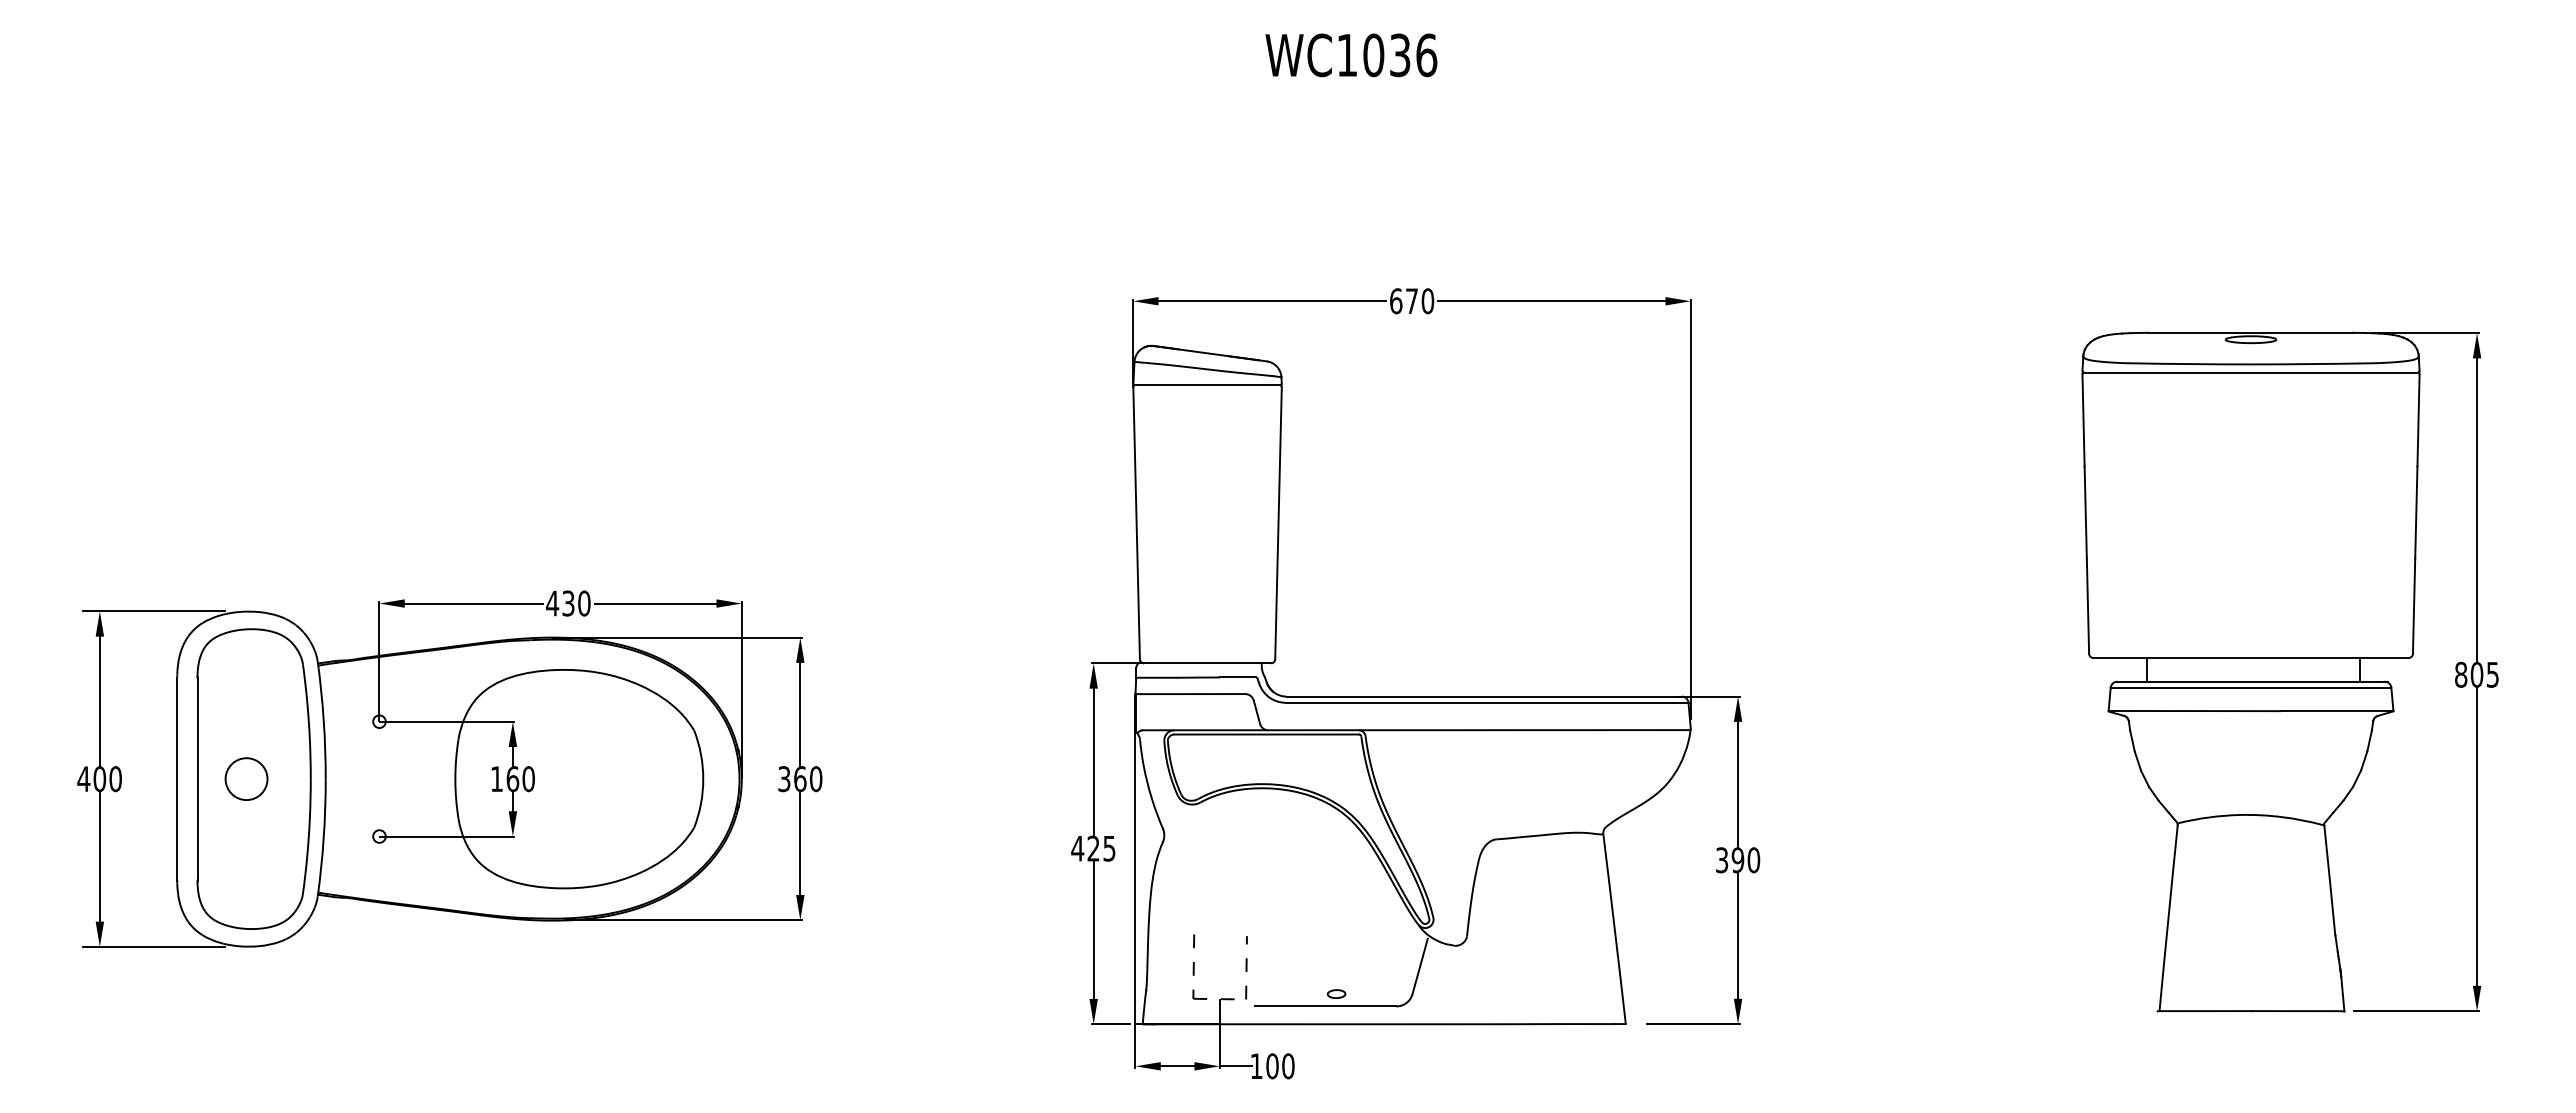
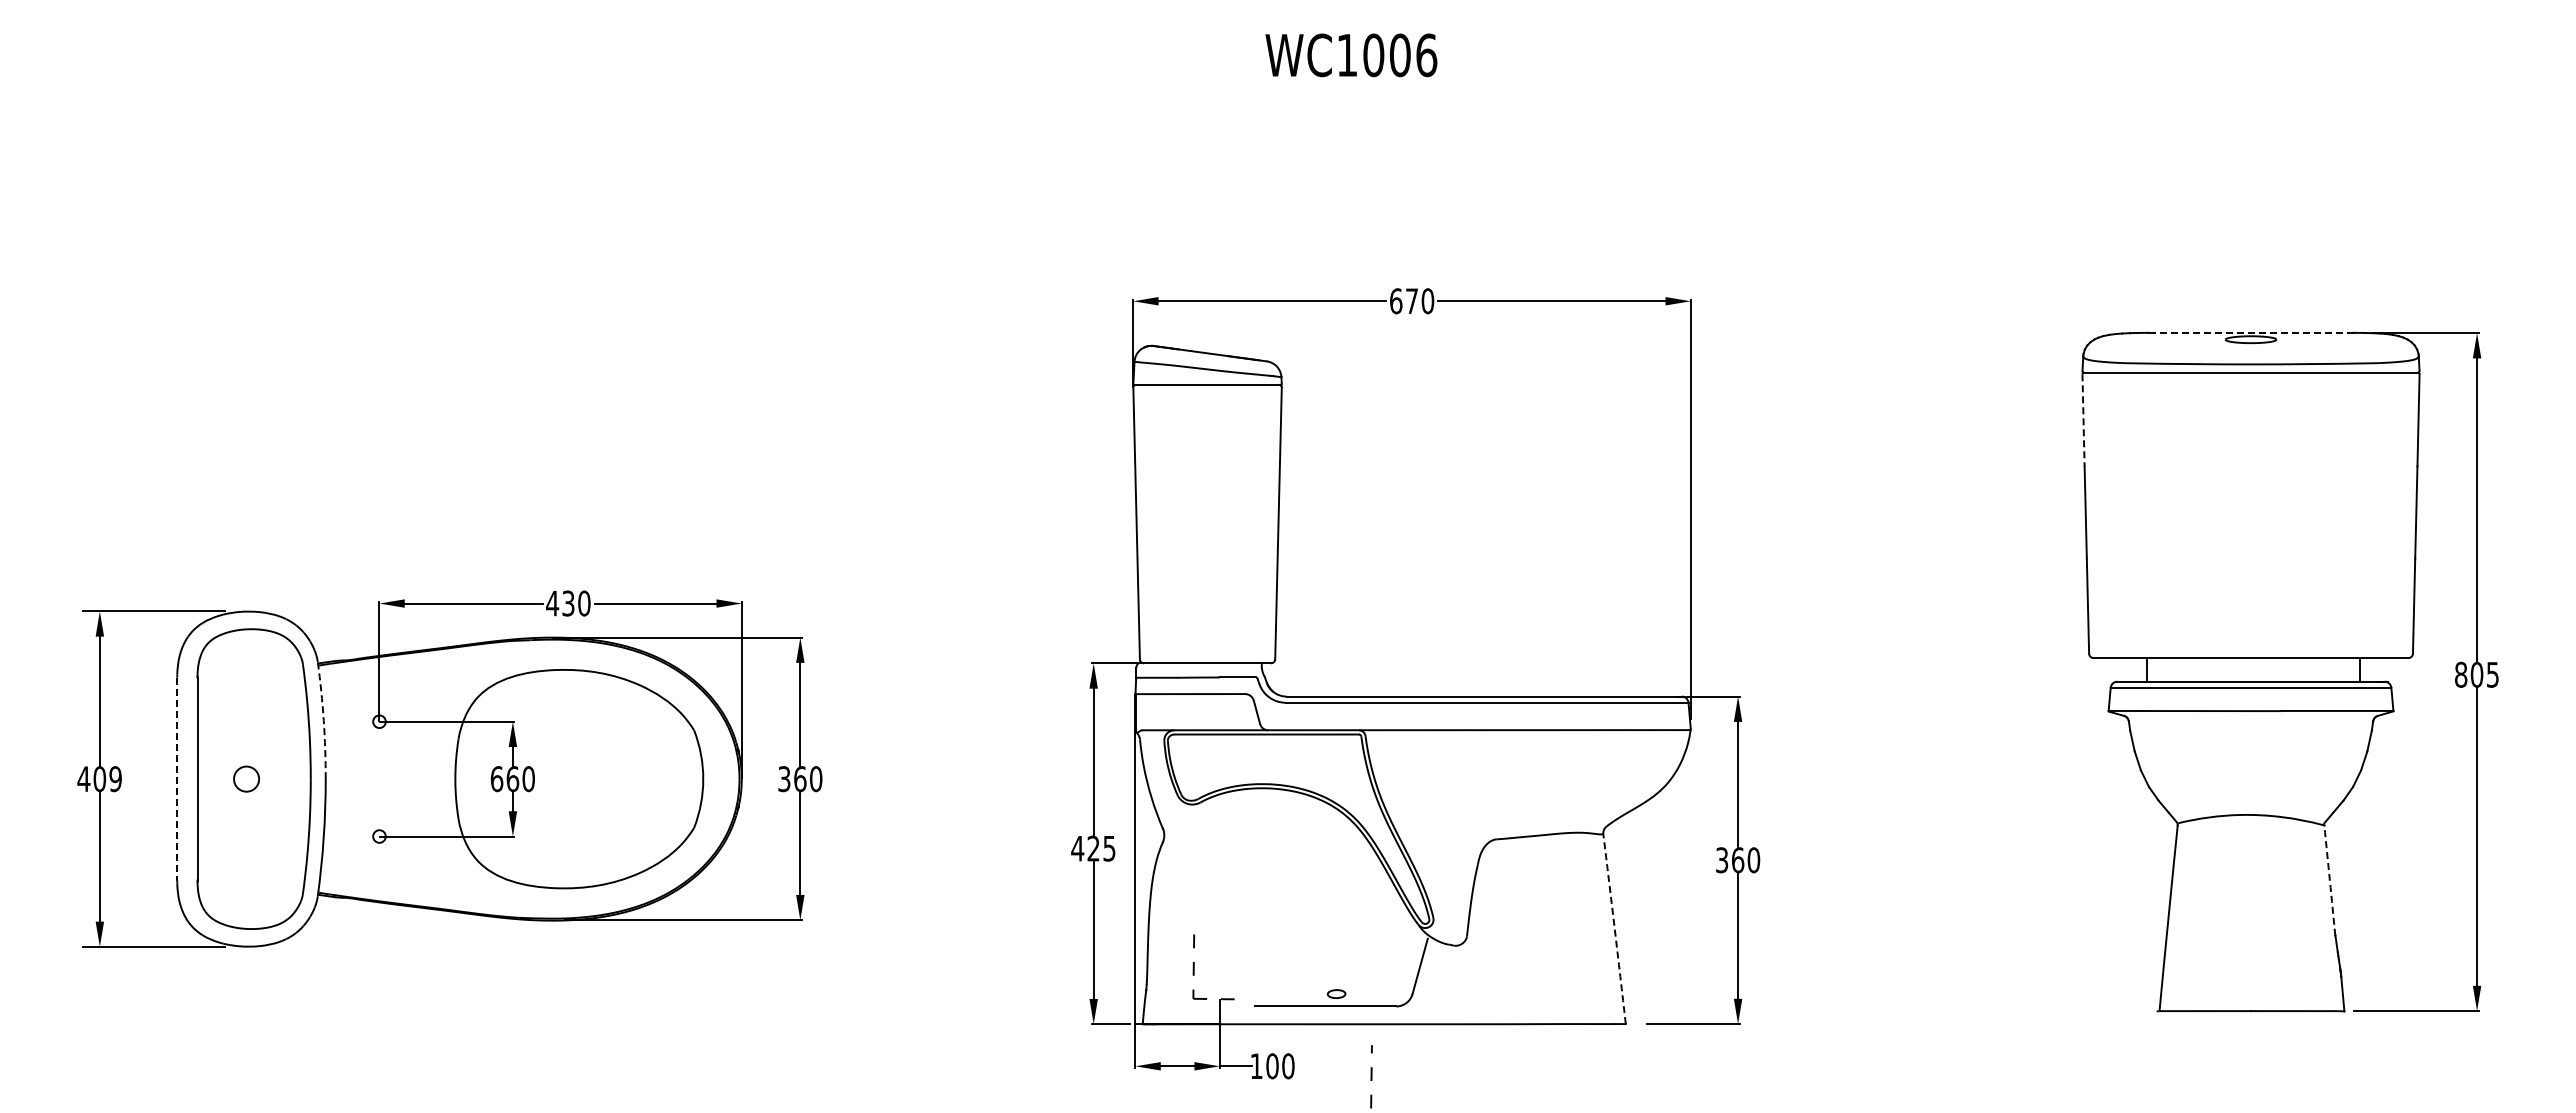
text at (1399, 55): WC1036 -> WC1006
line at (2251, 332): solid -> dashed
line at (2083, 420): solid -> dashed
arc at (323, 720): solid -> dashed
text at (115, 779): 400 -> 409
line at (177, 779): solid -> dashed
circle at (246, 779) diameter: 42 px -> 25 px
text at (496, 779): 160 -> 660
text at (1737, 860): 390 -> 360
arc at (2329, 880): solid -> dashed
arc at (1614, 929): solid -> dashed
line at (1246, 967) position: (1246, 967) -> (1371, 1076)
